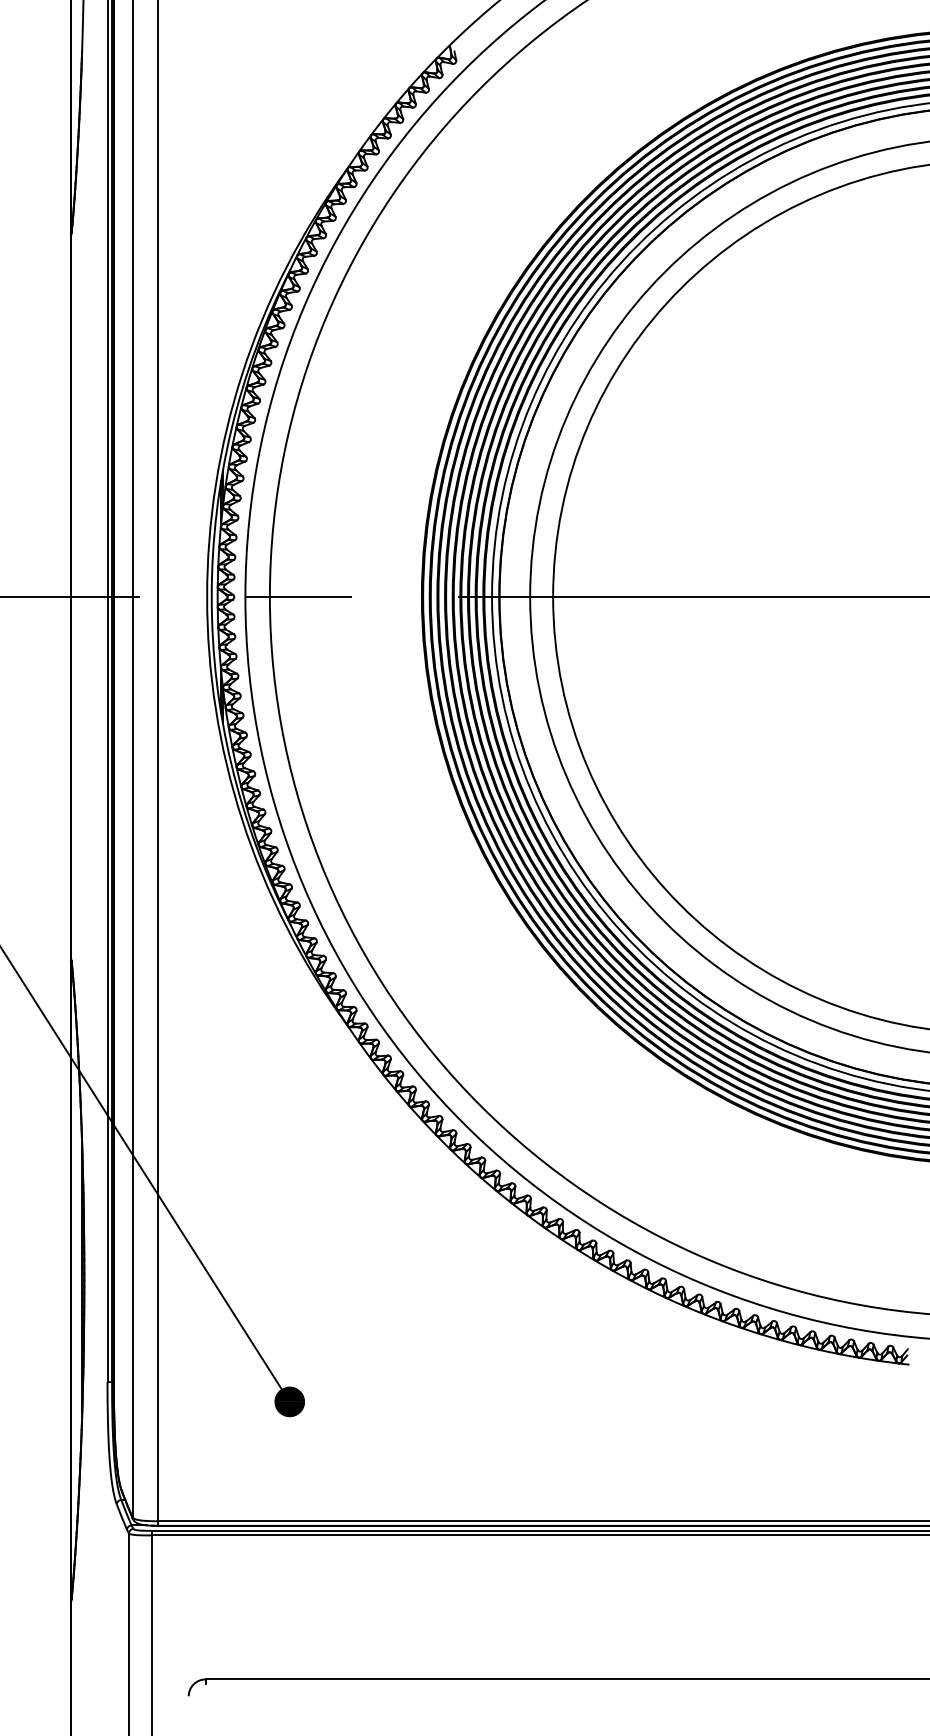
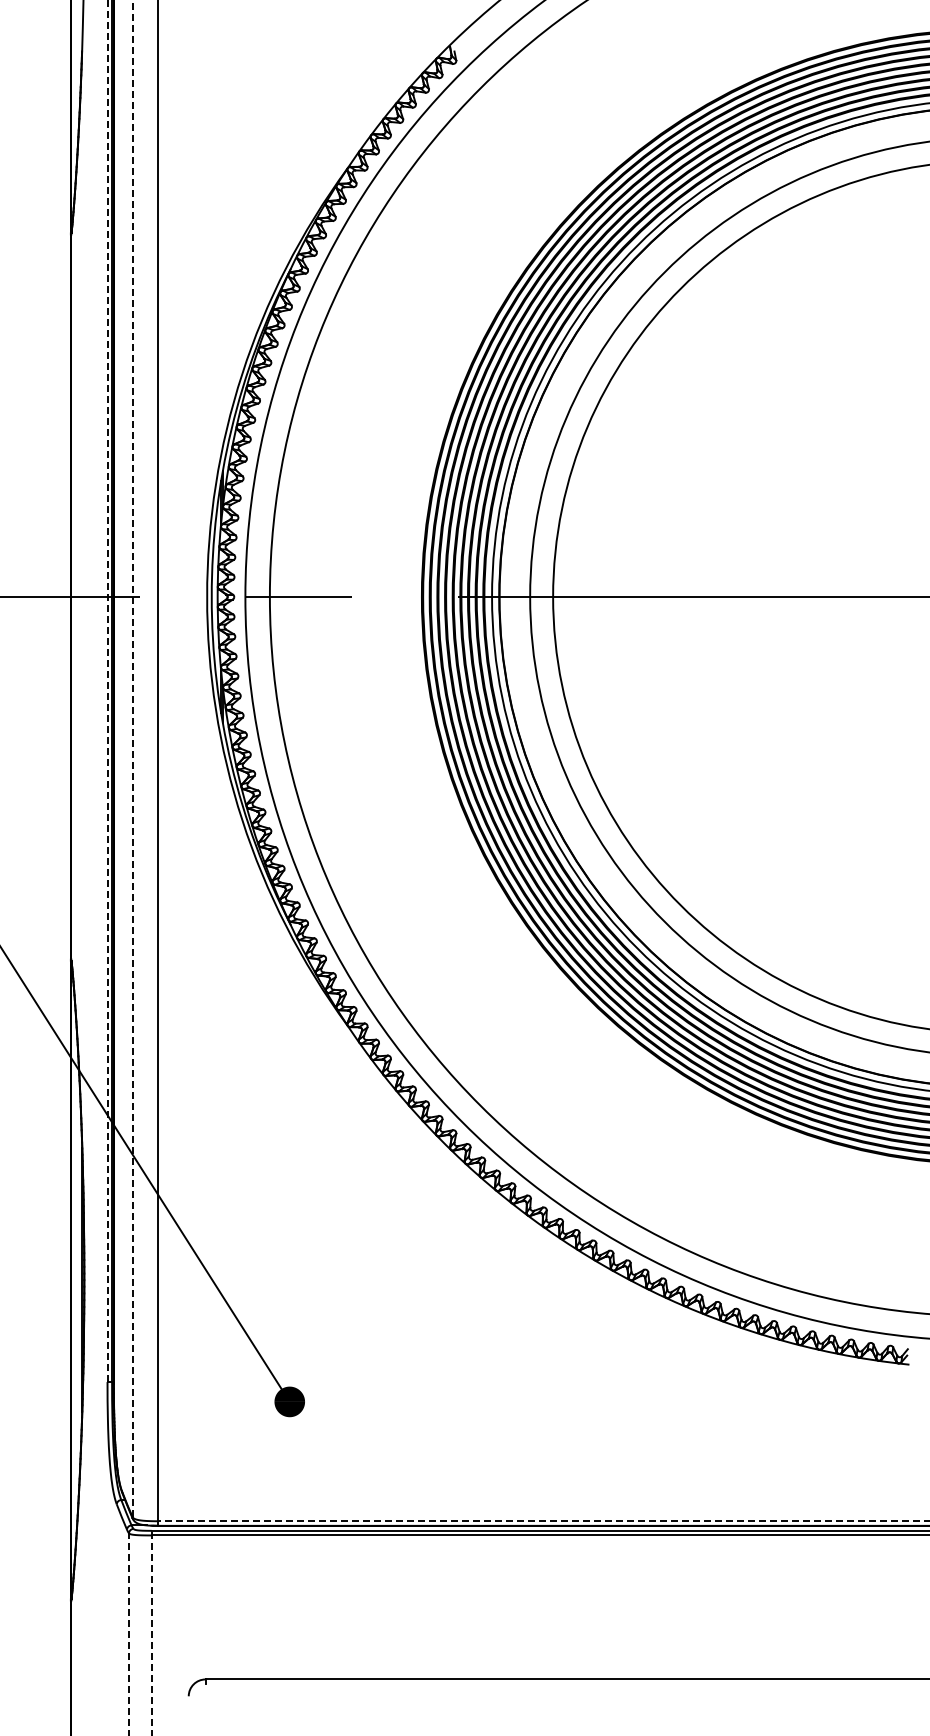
line at (107, 691): solid -> dashed
line at (132, 758): solid -> dashed
line at (543, 1521): solid -> dashed
line at (151, 1632): solid -> dashed
line at (129, 1634): solid -> dashed
